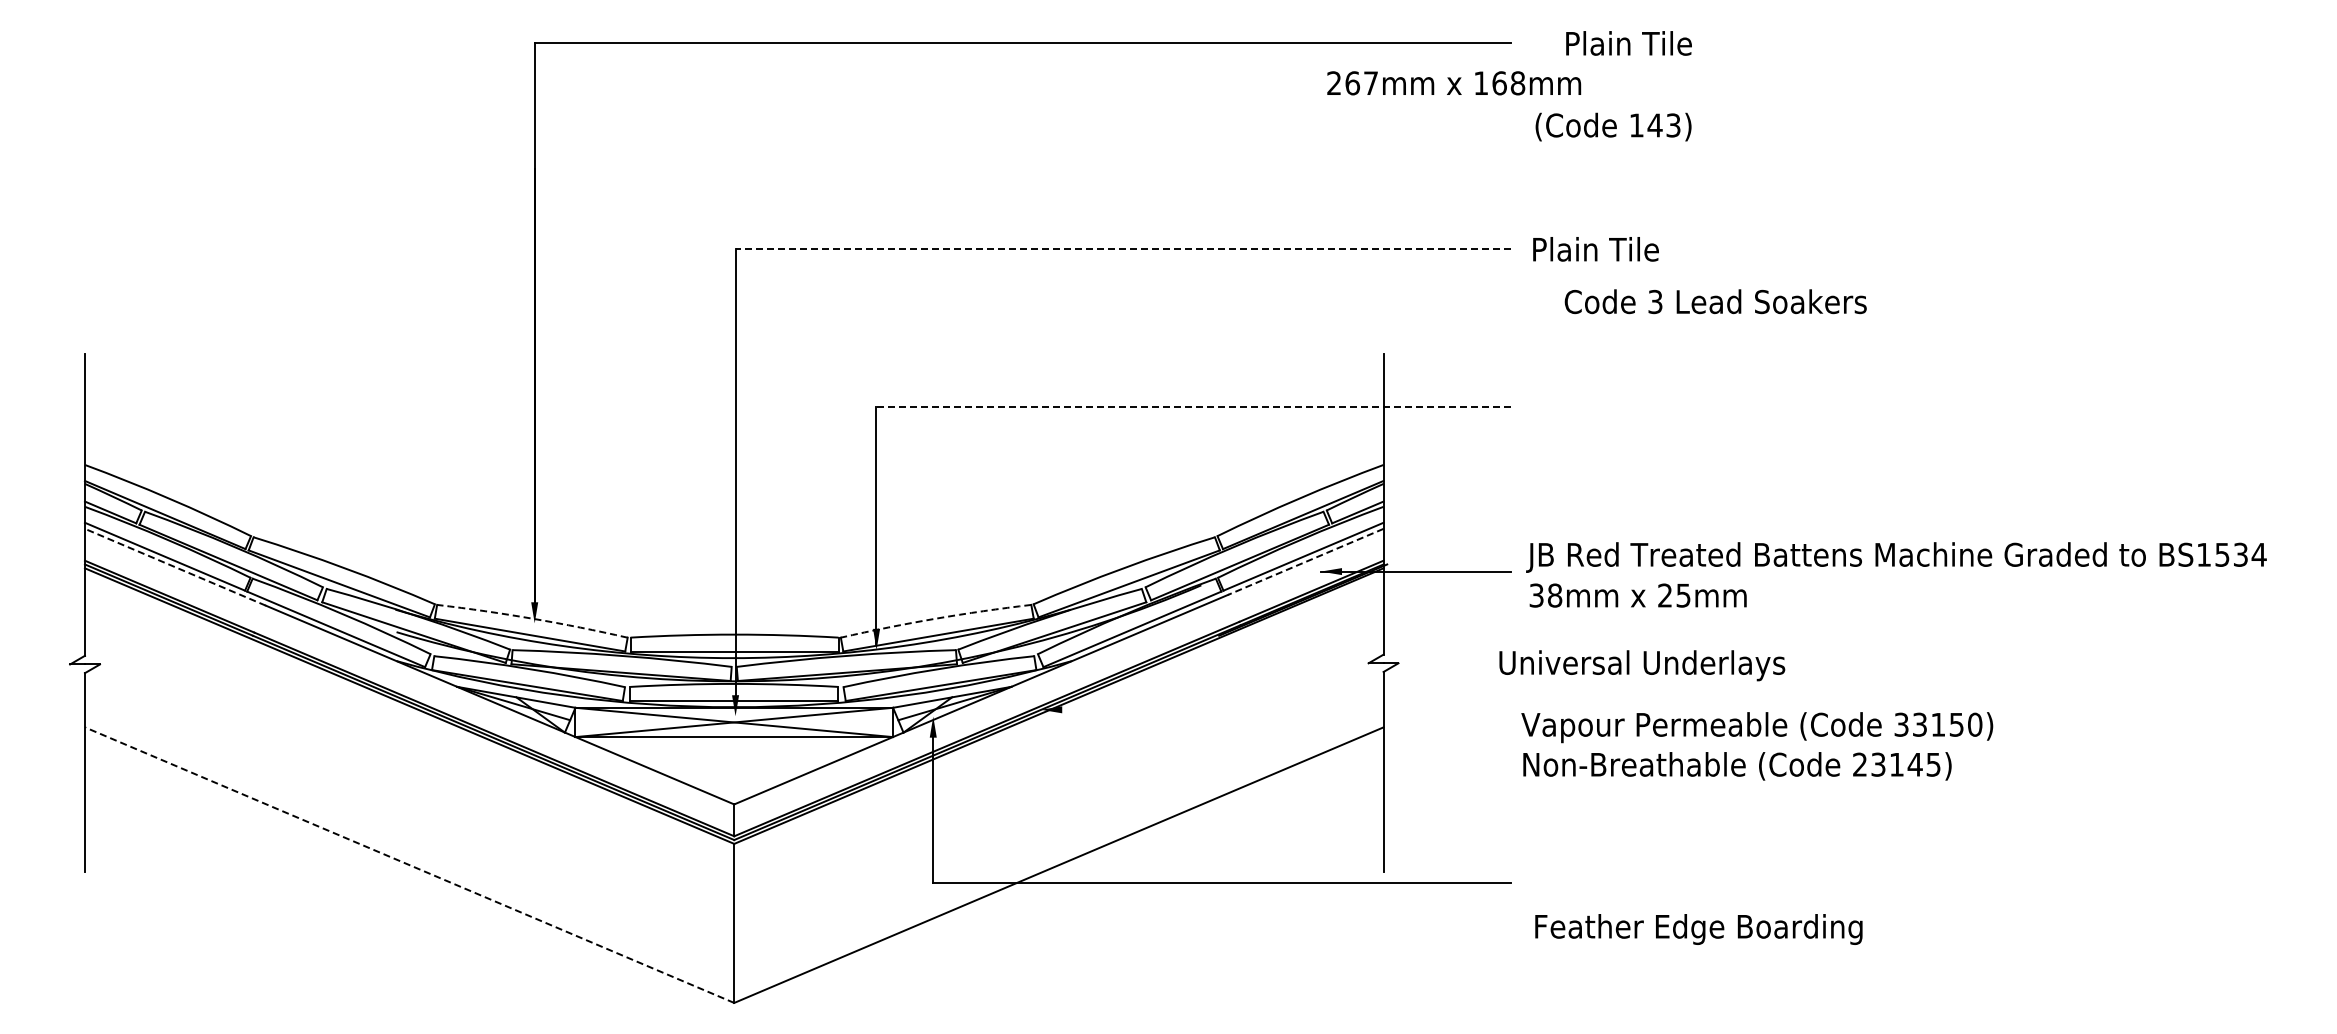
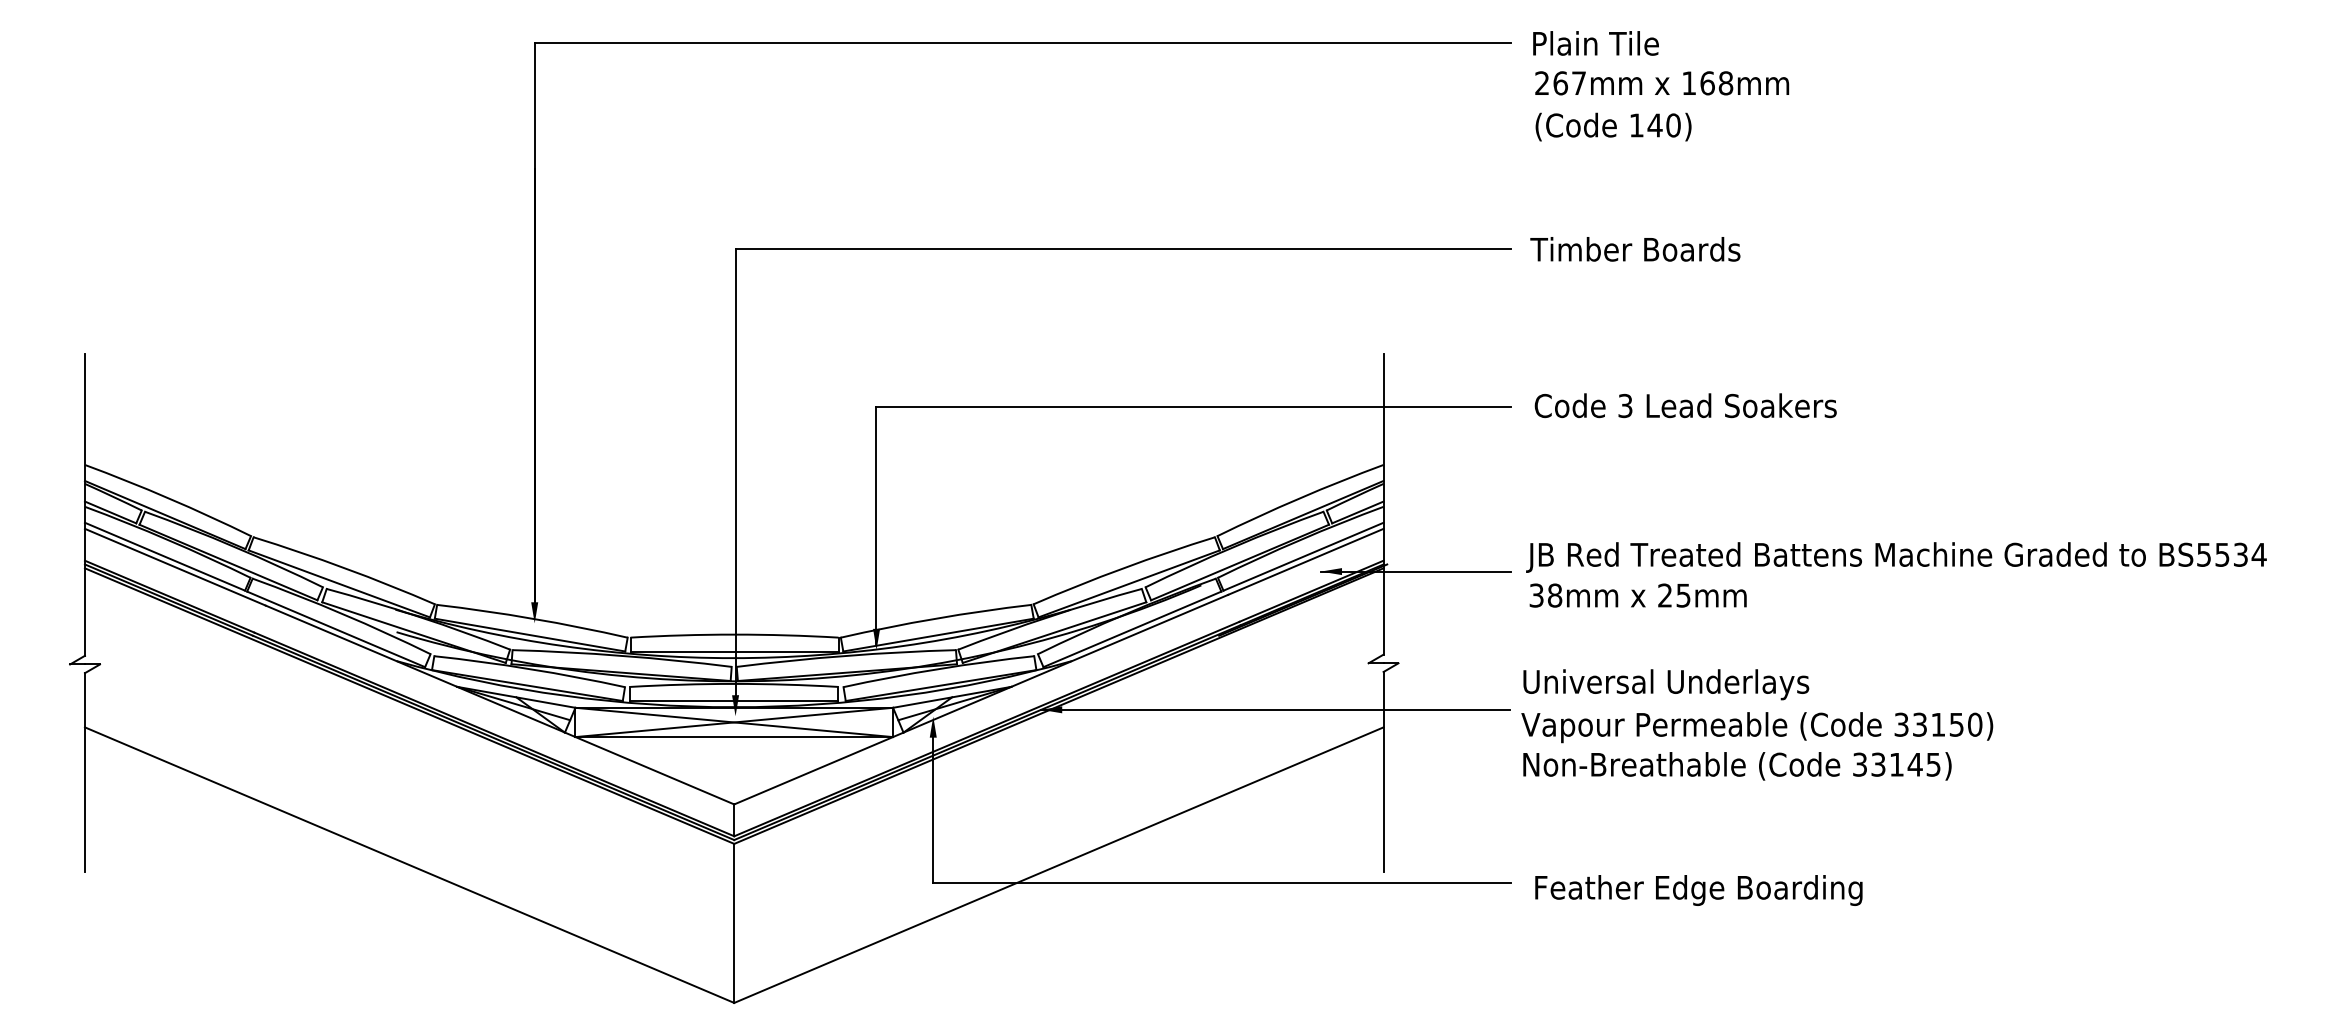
text at (1628, 43) position: (1628, 43) -> (1595, 43)
text at (1454, 83) position: (1454, 83) -> (1662, 83)
text at (1673, 125): 143) -> 140)
line at (1123, 248): dashed -> solid
text at (1635, 249): Plain Tile -> Timber Boards
text at (1715, 301) position: (1715, 301) -> (1685, 405)
line at (1192, 406): dashed -> solid
text at (2203, 554): BS1534 -> BS5534
line at (1305, 562): dashed -> solid
line at (174, 567): dashed -> solid
arc at (532, 618): dashed -> solid
arc at (935, 618): dashed -> solid
text at (1642, 665) position: (1642, 665) -> (1666, 684)
line at (1275, 709): none -> present
text at (1859, 764): 23145) -> 33145)
line at (409, 865): dashed -> solid
text at (1698, 929) position: (1698, 929) -> (1698, 890)
